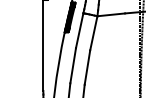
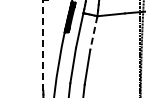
line at (93, 33): solid -> dashed
line at (43, 45): solid -> dashed
